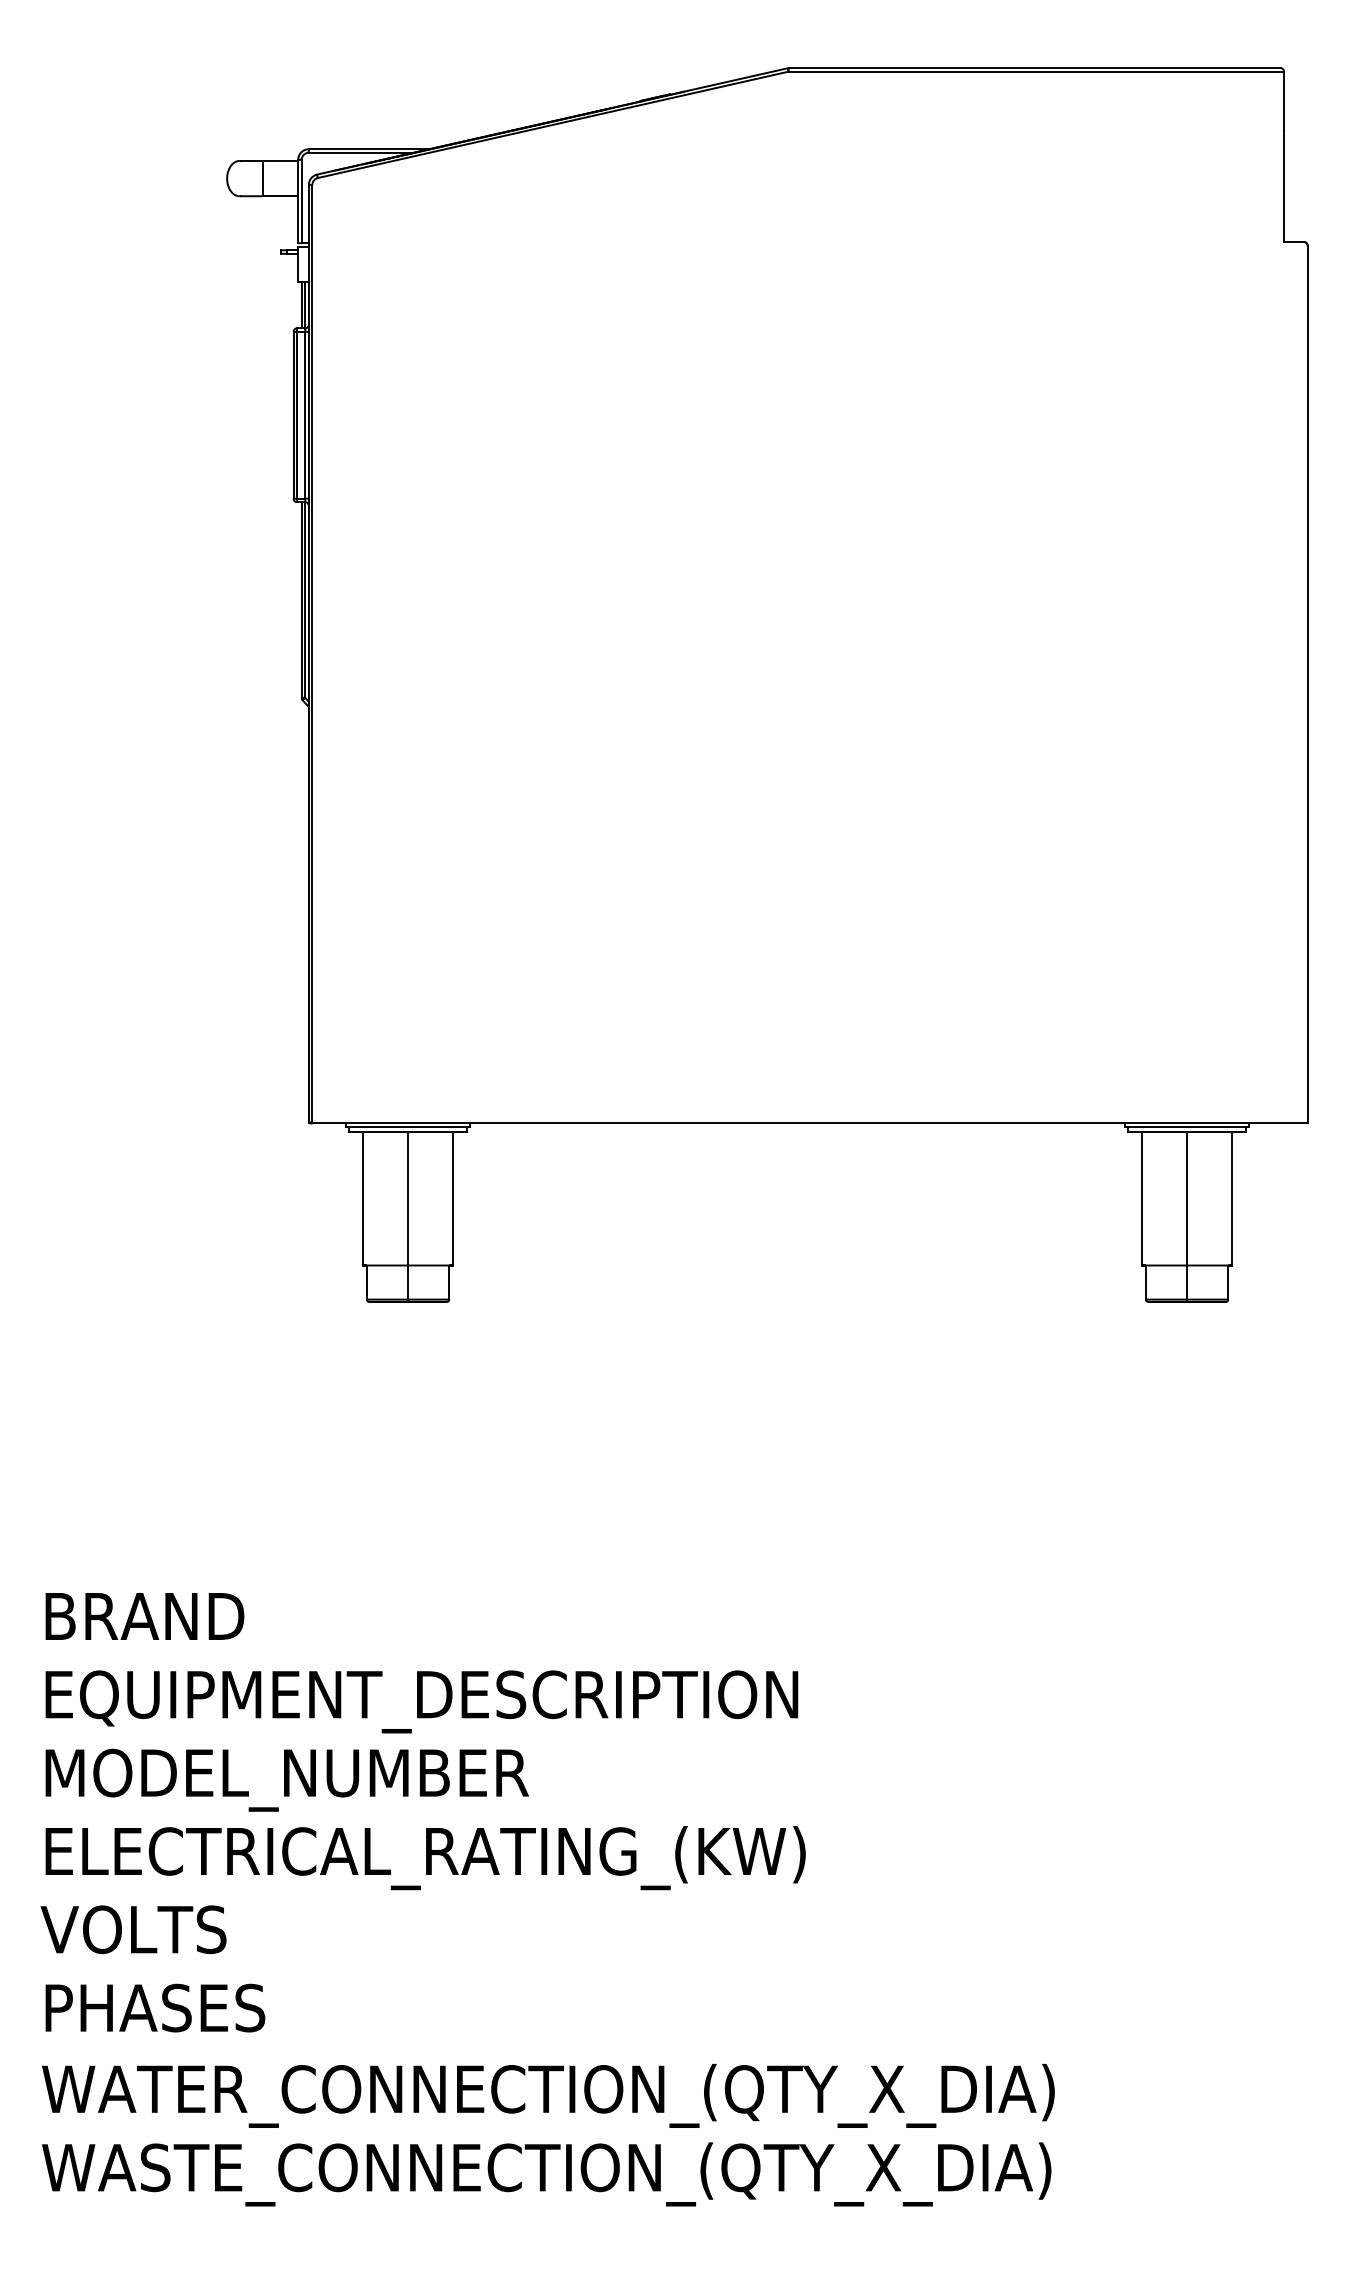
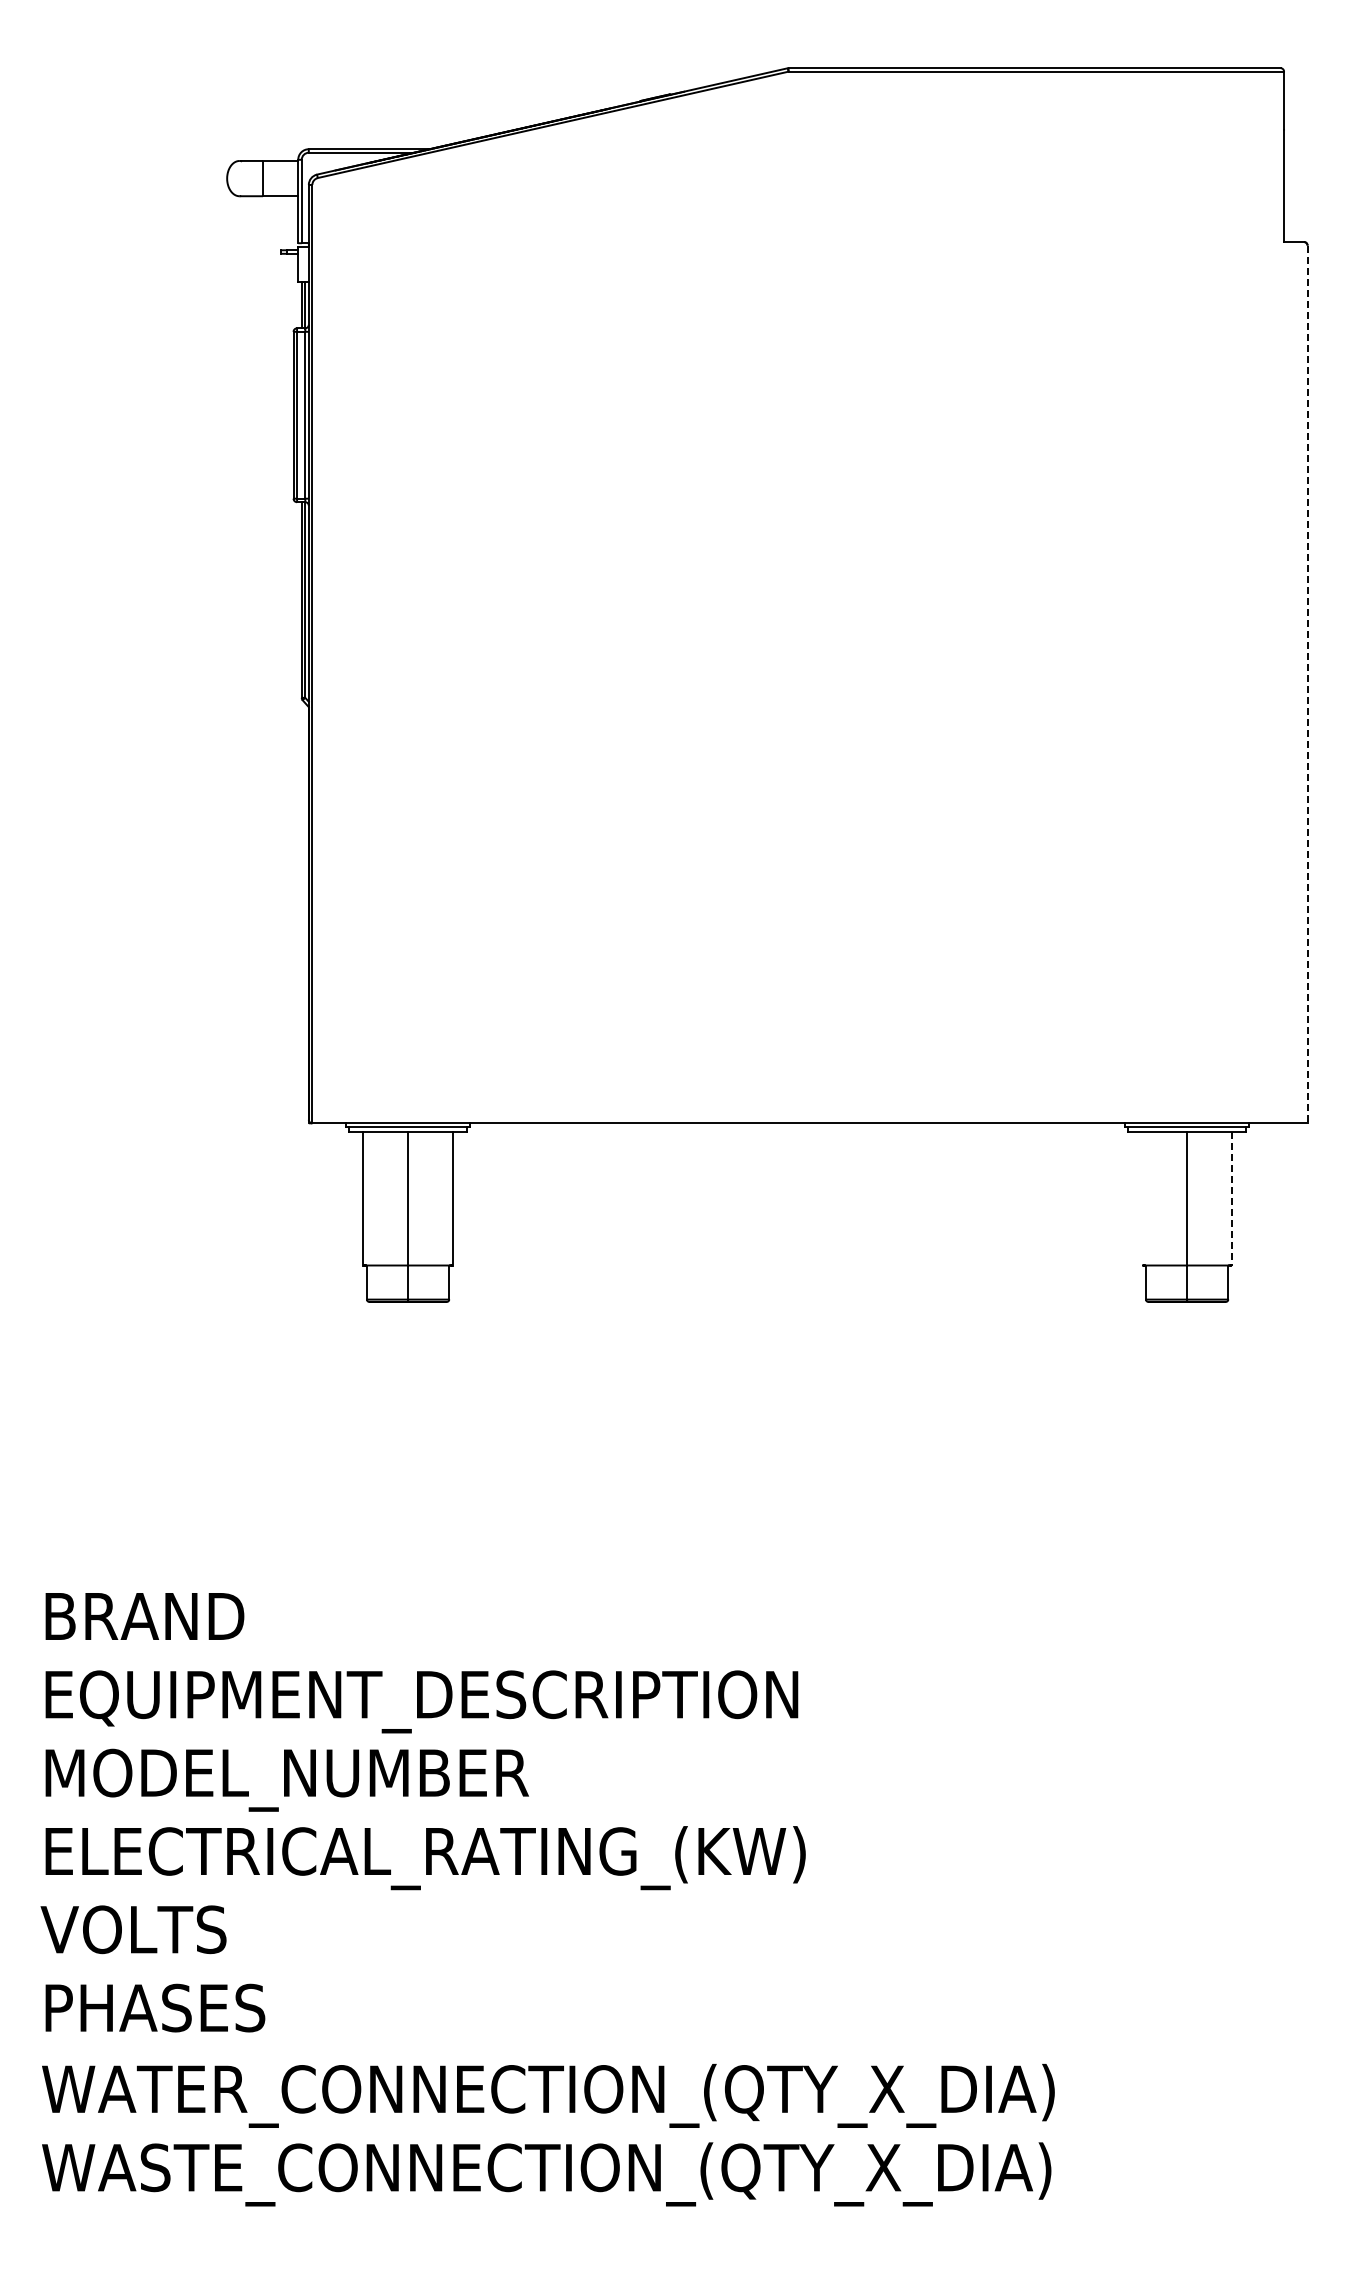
line at (1307, 684): solid -> dashed
line at (1142, 1198): present -> none
line at (1231, 1198): solid -> dashed
